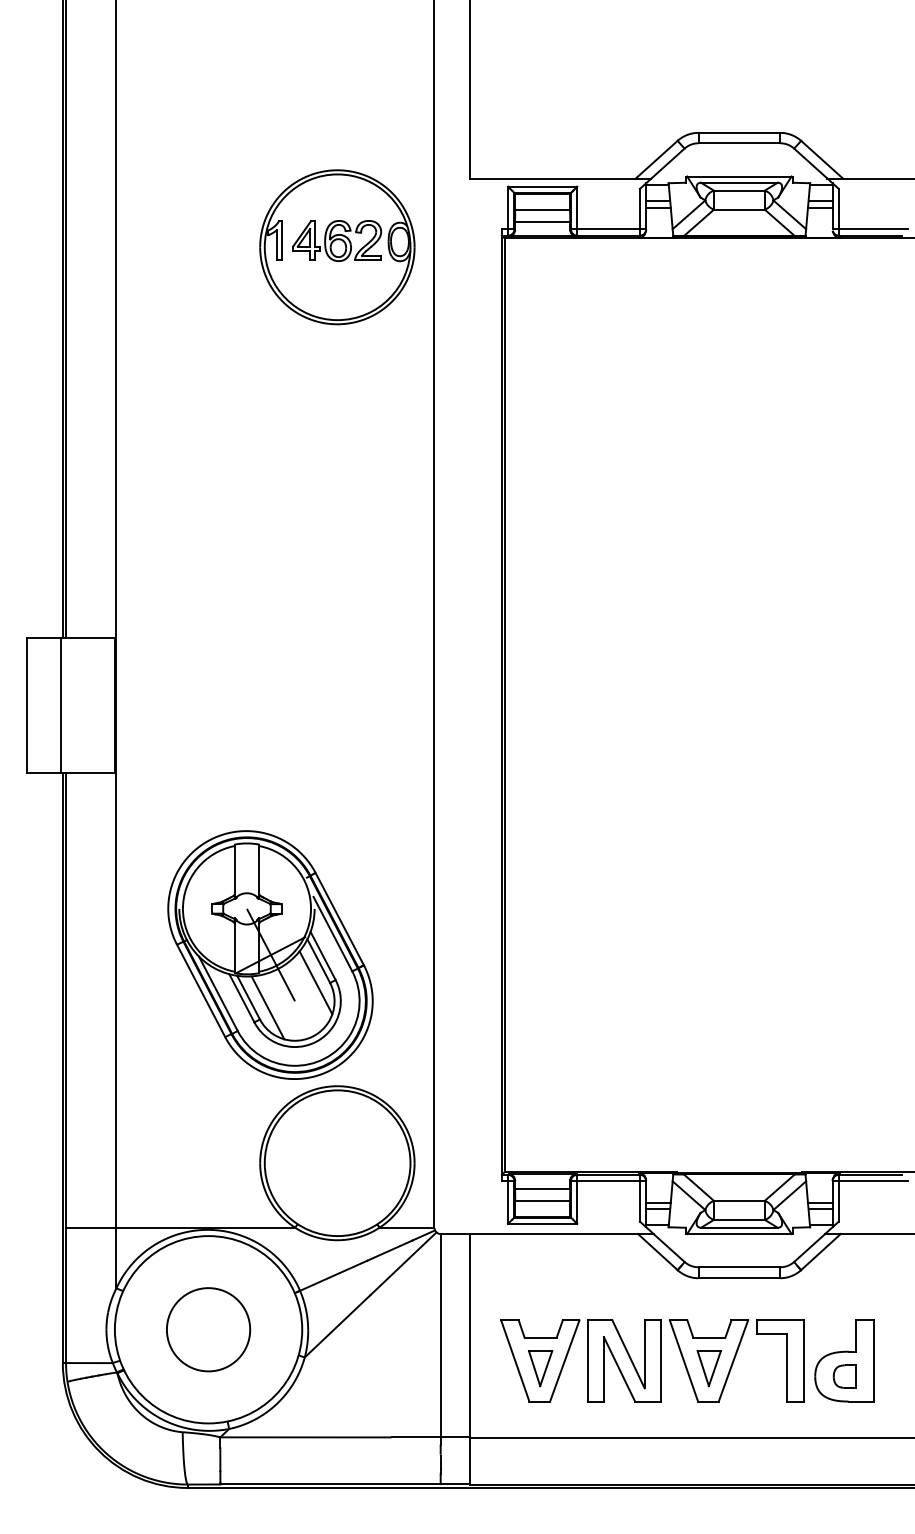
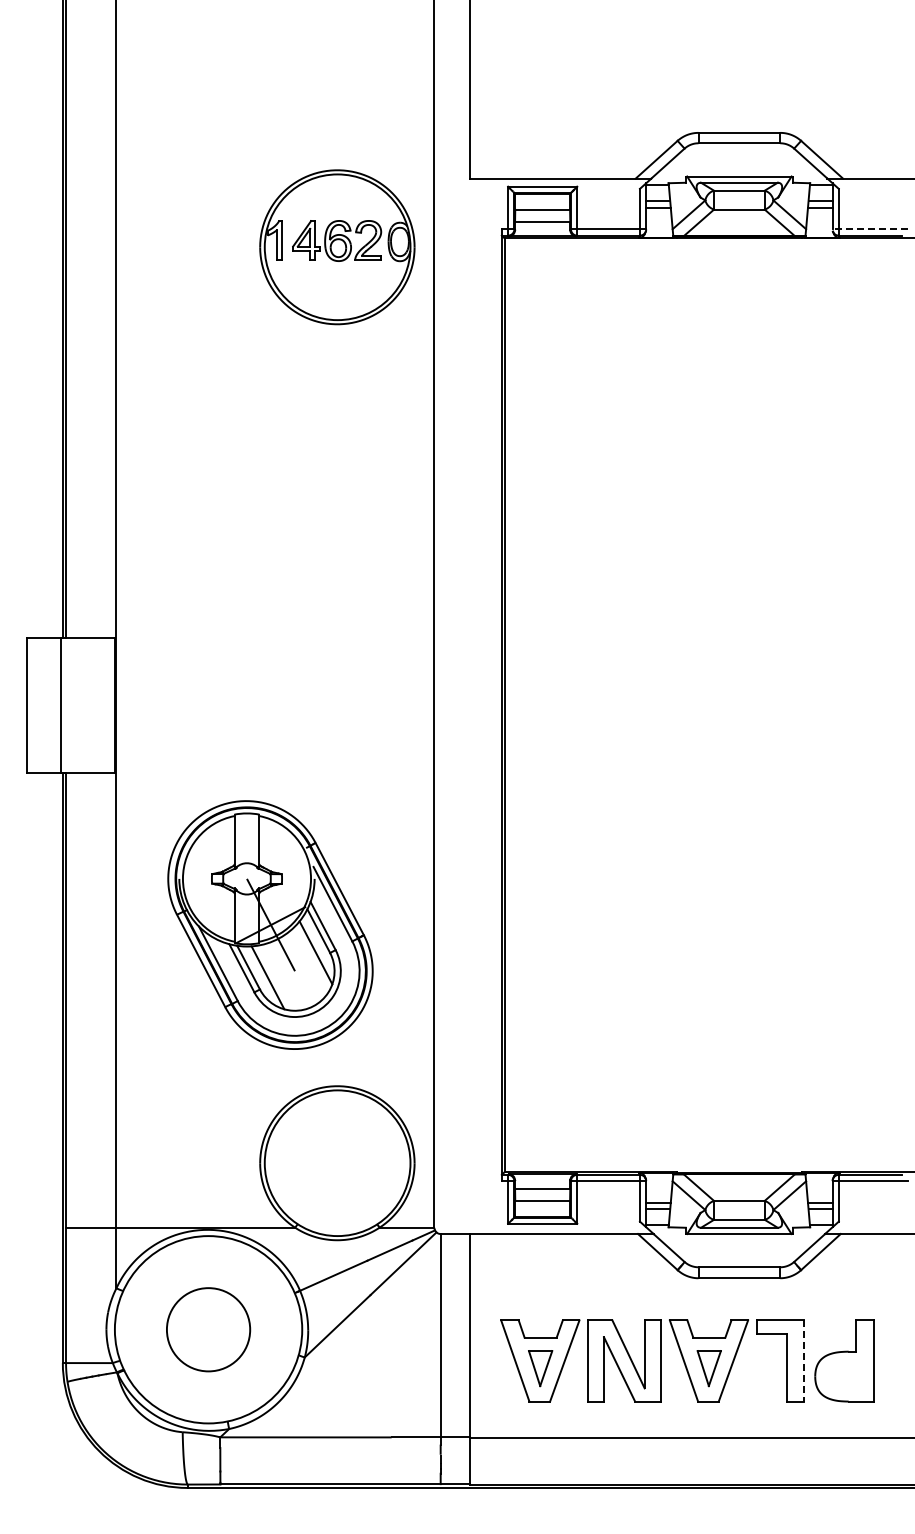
line at (870, 229): solid -> dashed
part at (270, 954) position: (270, 954) -> (270, 924)
line at (804, 1360): solid -> dashed
part at (844, 1376): present -> none
